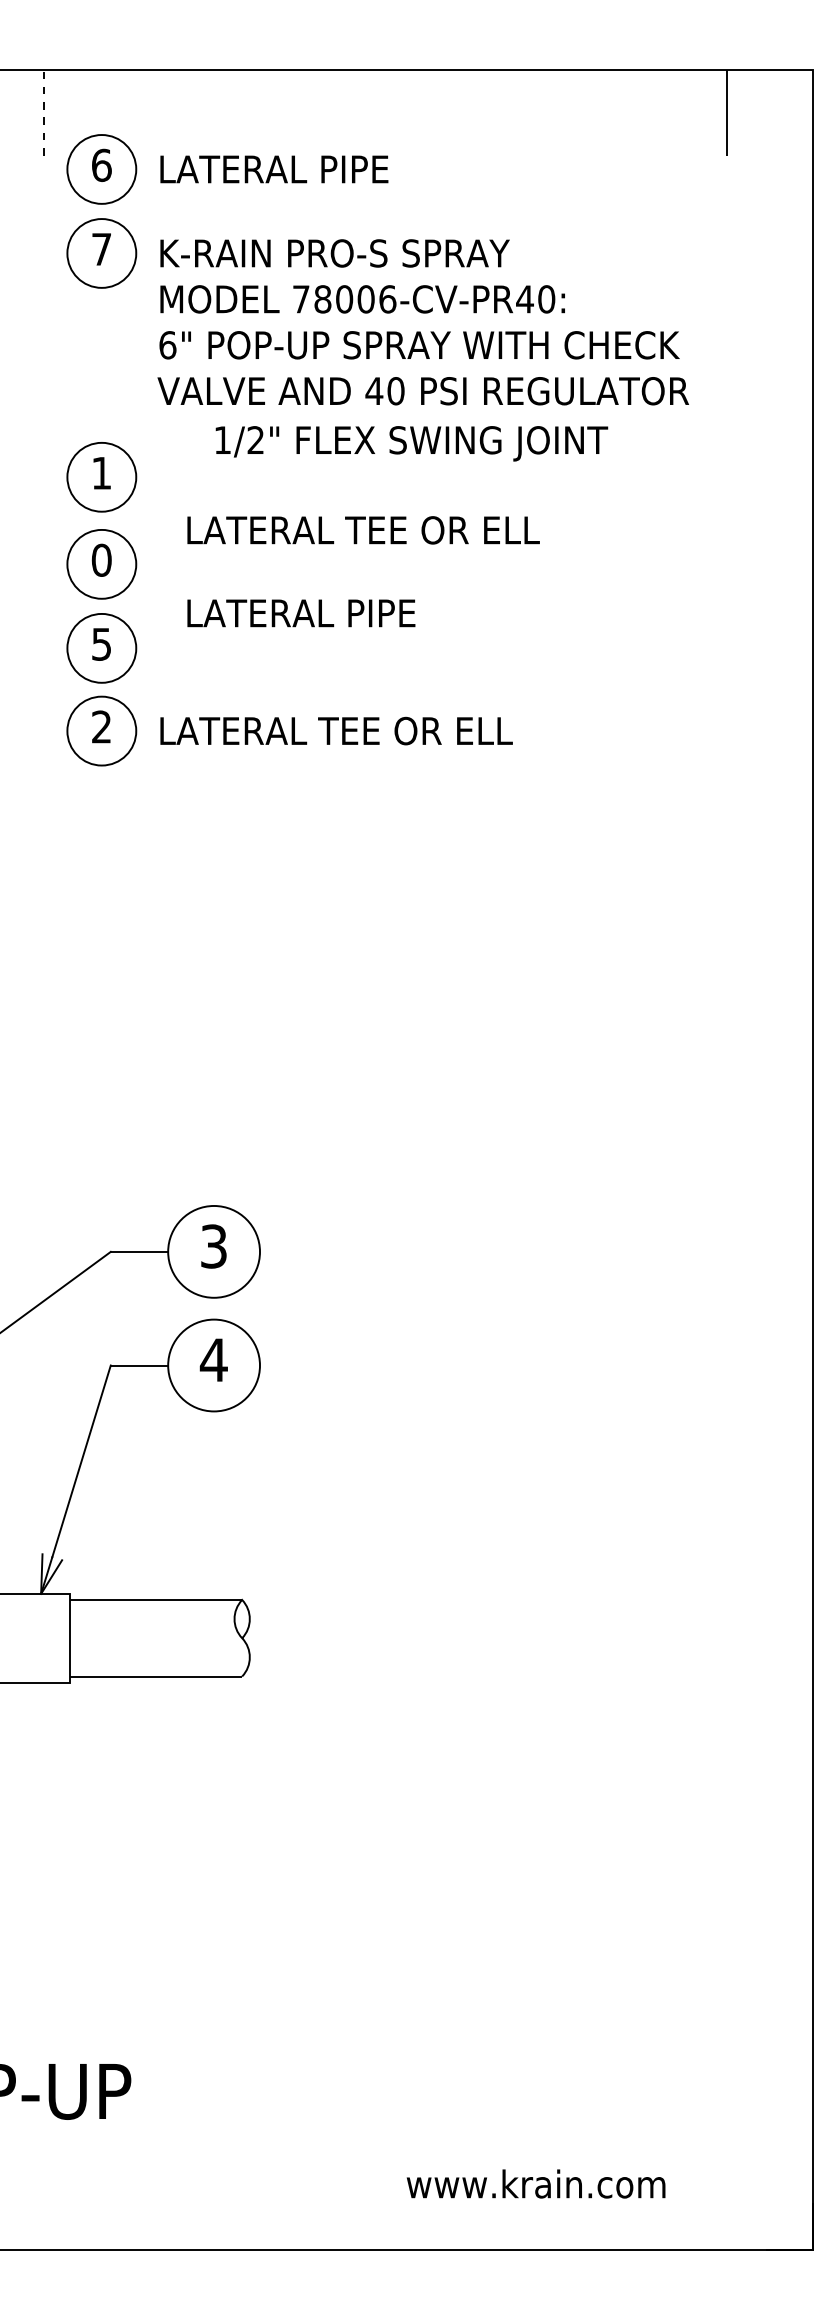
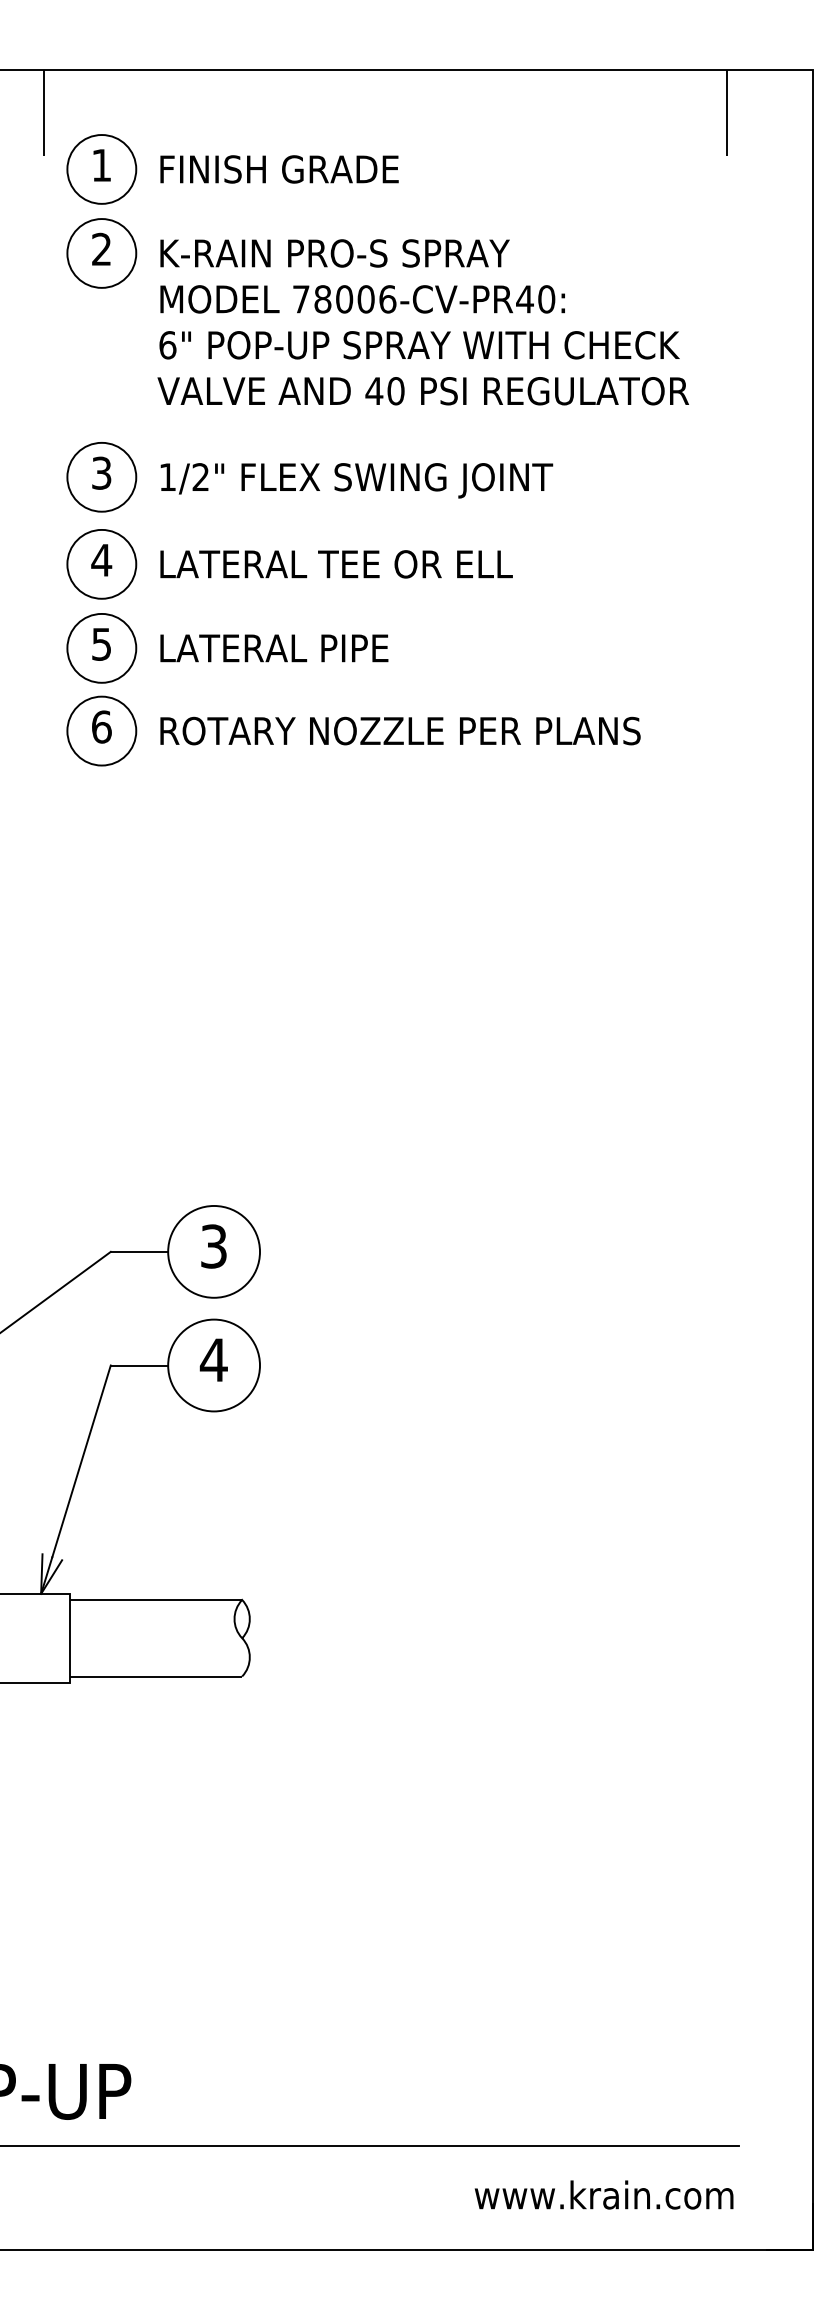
line at (44, 112): dashed -> solid
text at (101, 165): 6 -> 1
text at (280, 169): LATERAL PIPE -> FINISH GRADE
text at (101, 248): 7 -> 2
text at (411, 443) position: (411, 443) -> (356, 480)
text at (101, 472): 1 -> 3
text at (363, 530) position: (363, 530) -> (336, 564)
text at (101, 559): 0 -> 4
text at (301, 613) position: (301, 613) -> (274, 648)
text at (101, 726): 2 -> 6
text at (401, 730): LATERAL TEE OR ELL -> ROTARY NOZZLE PER PLANS
line at (370, 2145): none -> present
text at (535, 2183) position: (535, 2183) -> (603, 2194)
